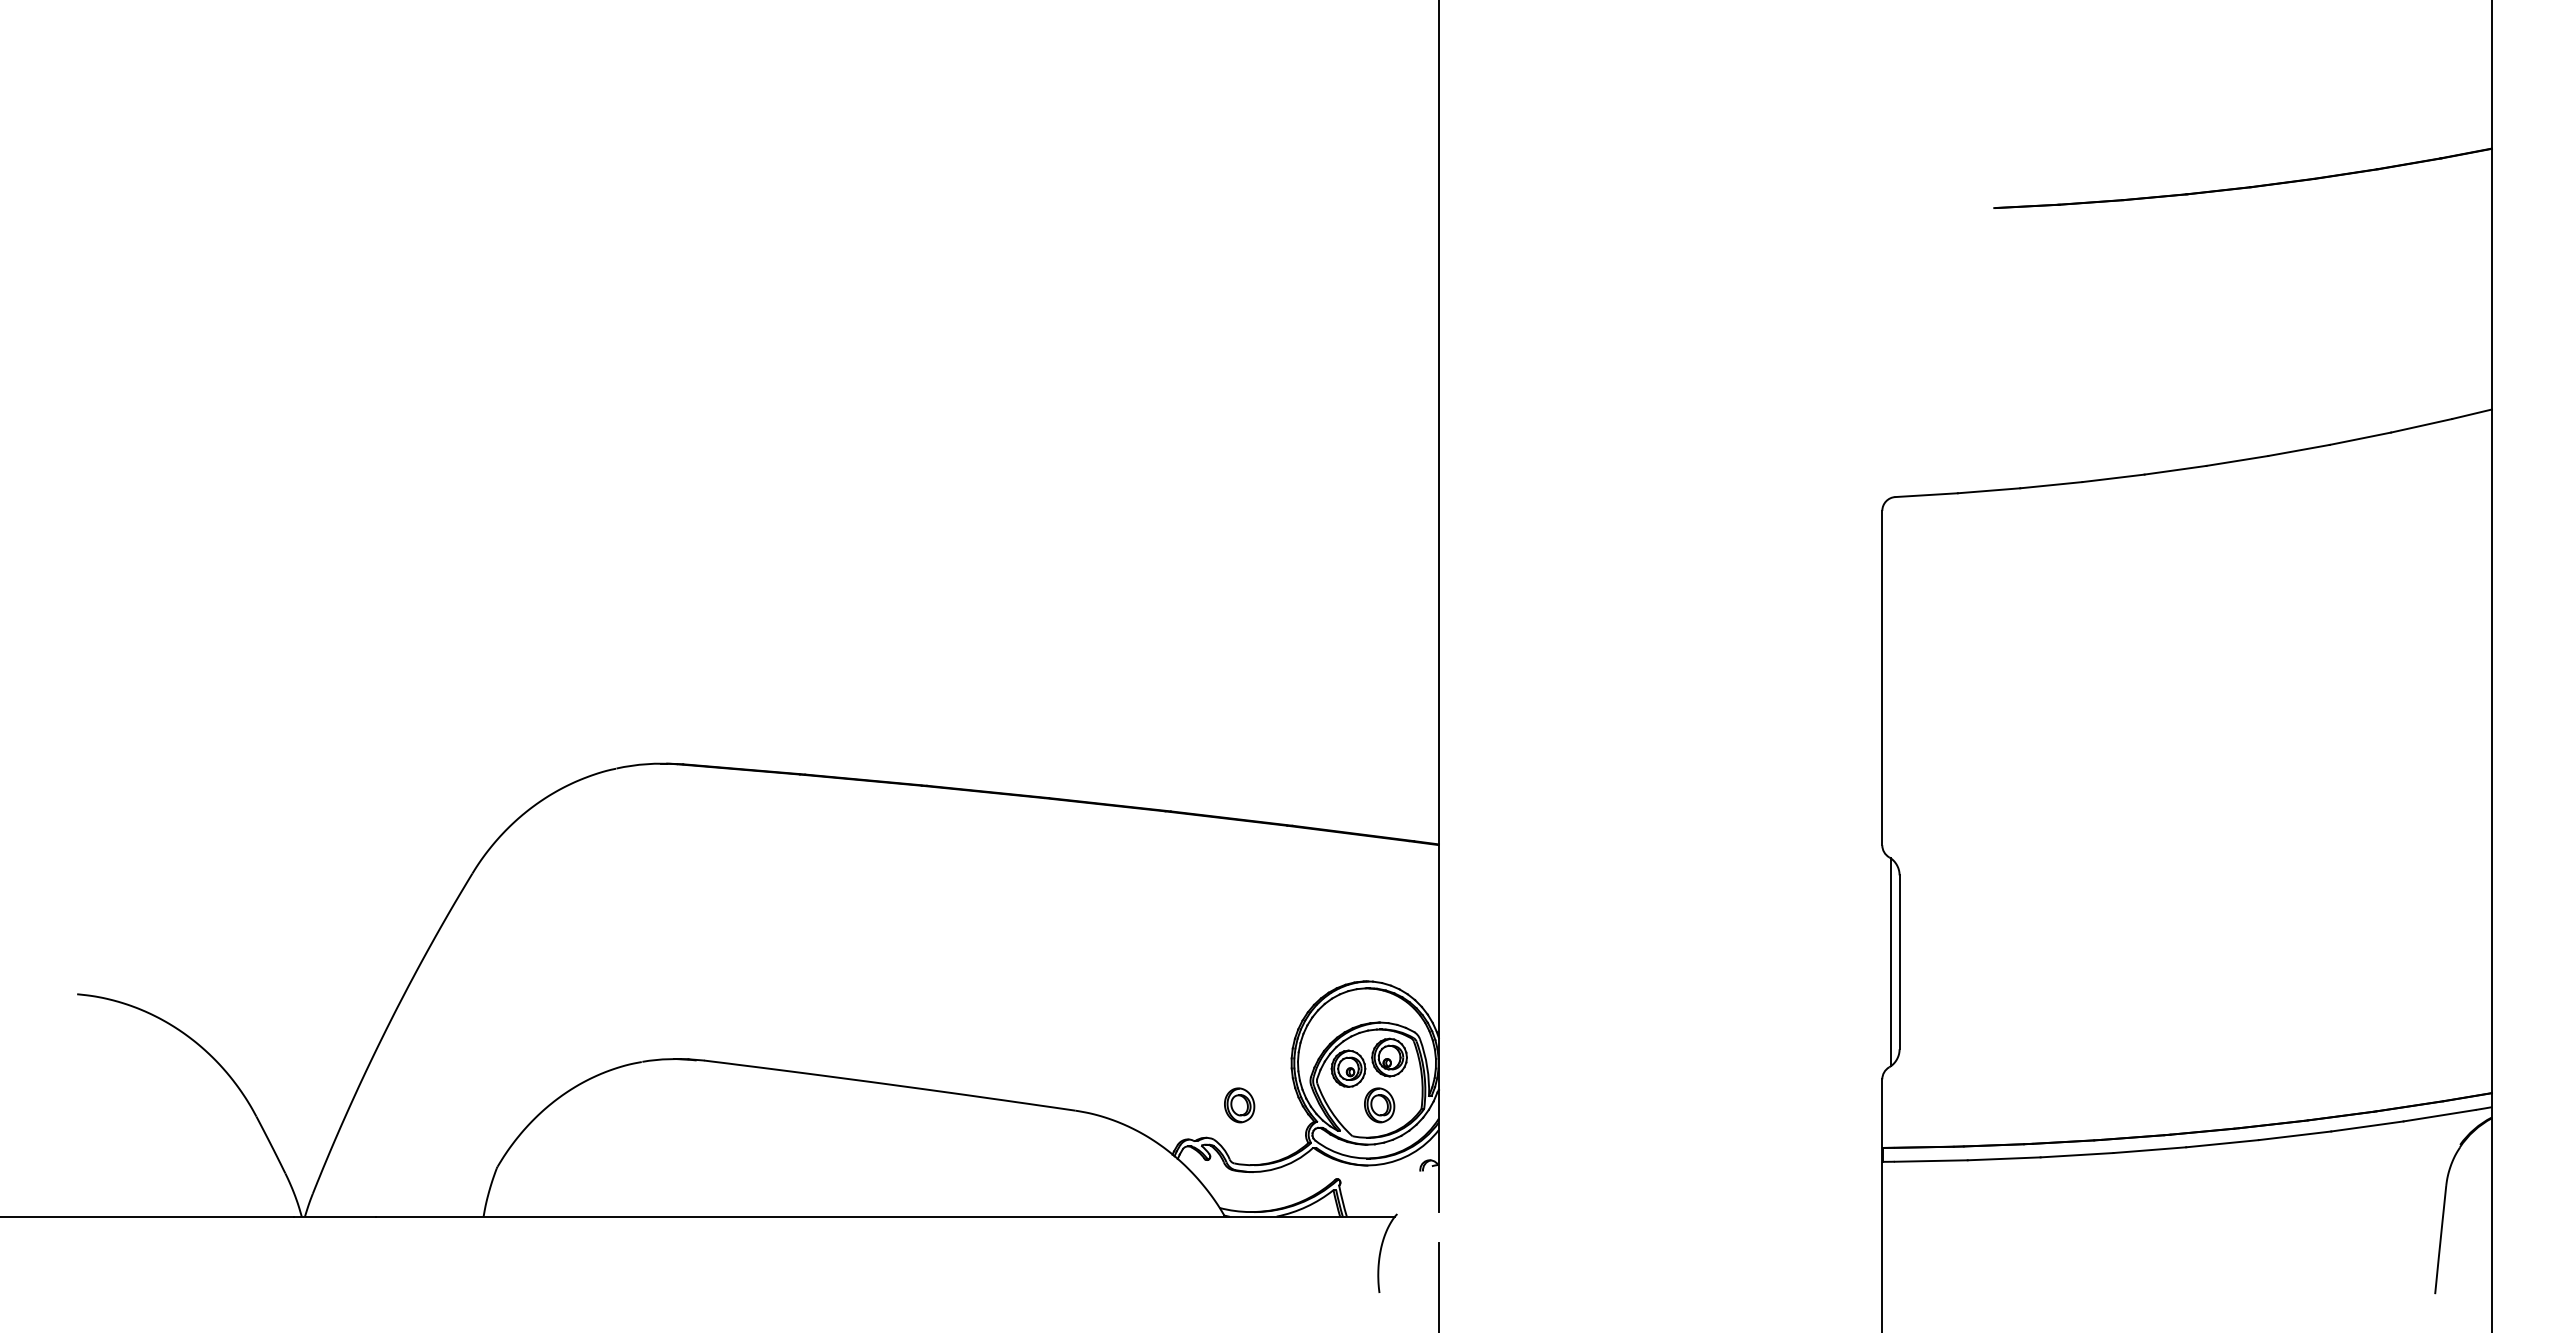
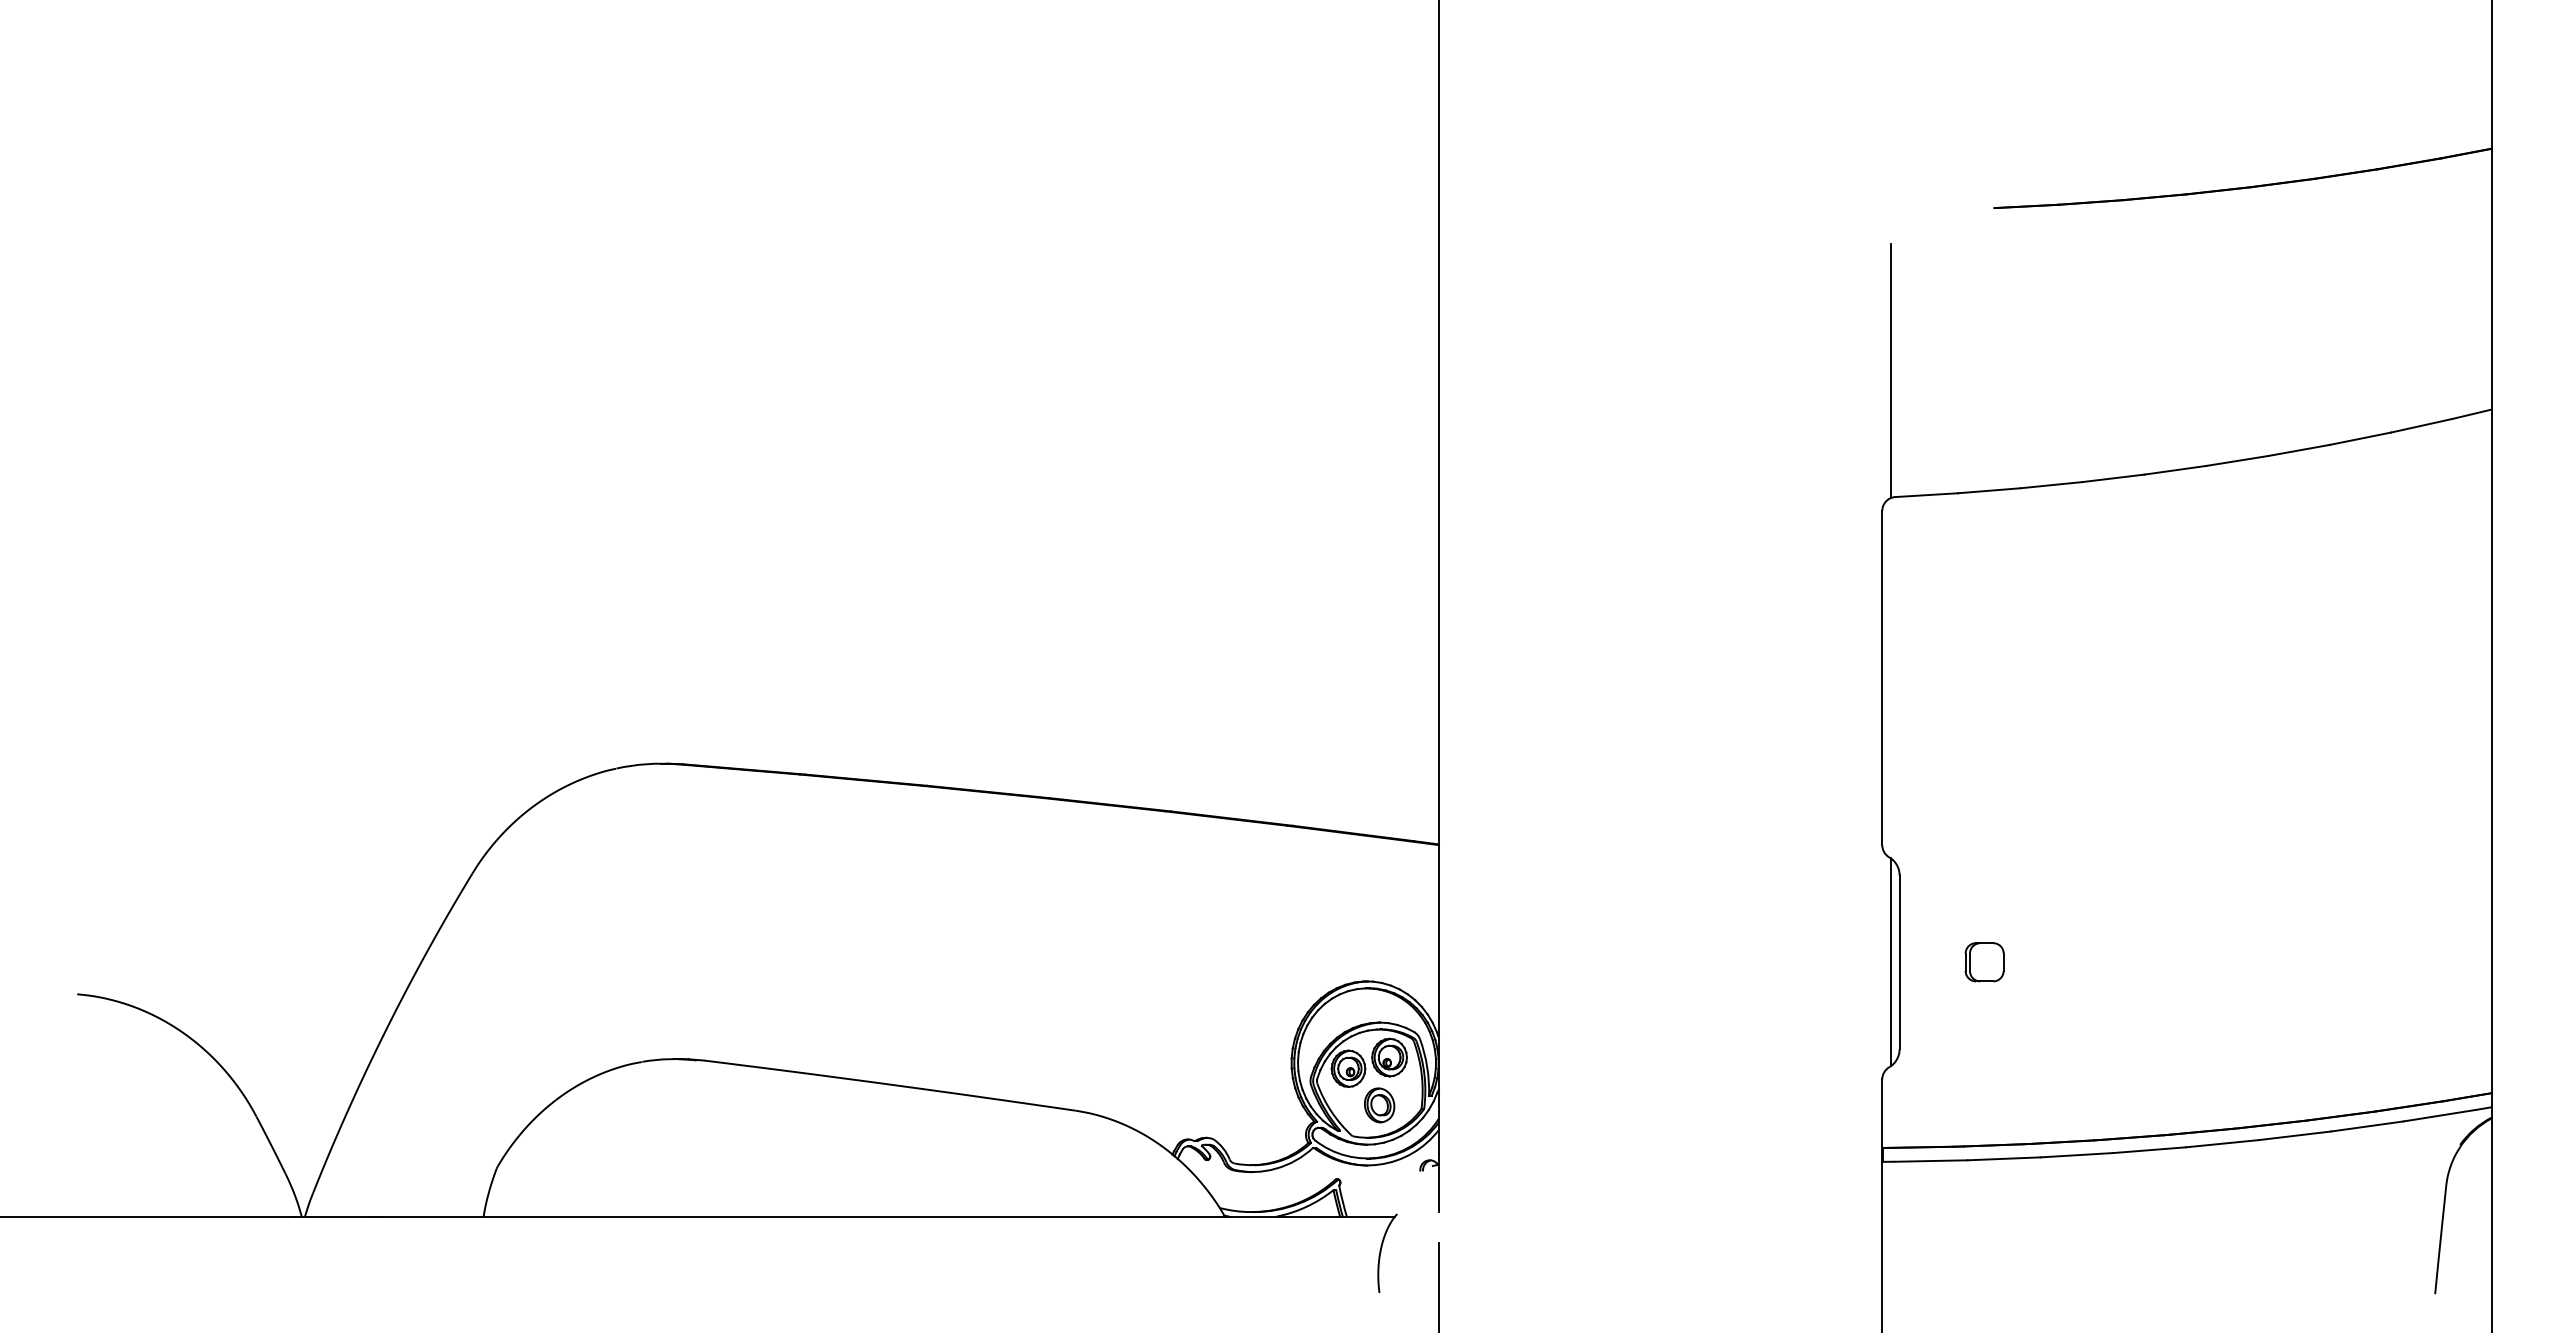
line at (1890, 370): none -> present
part at (1984, 962): none -> present
part at (1239, 1105): present -> none
